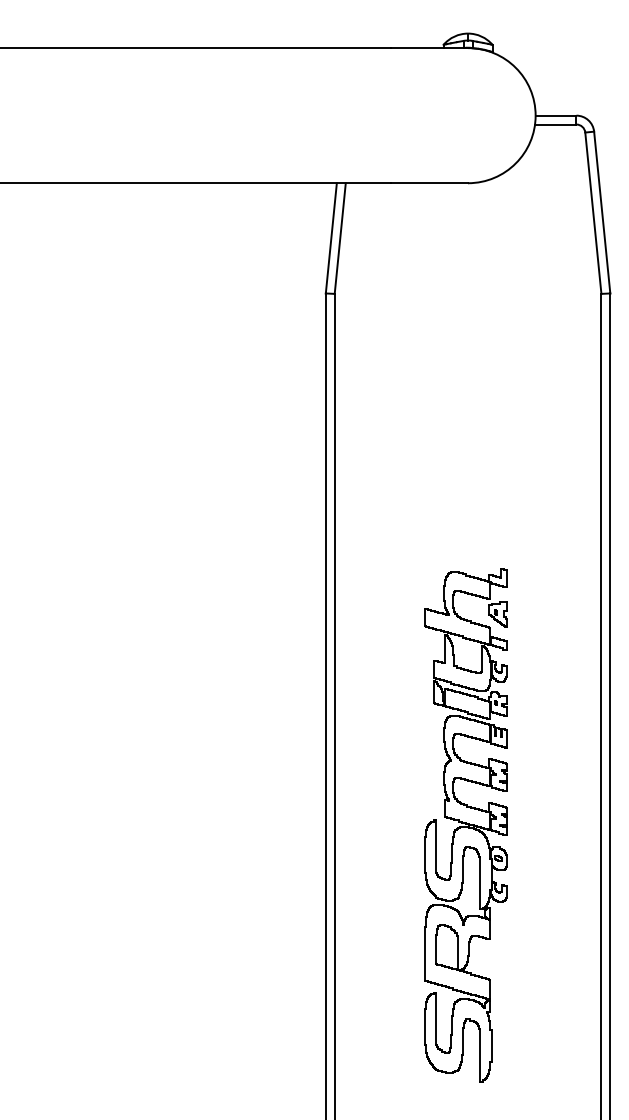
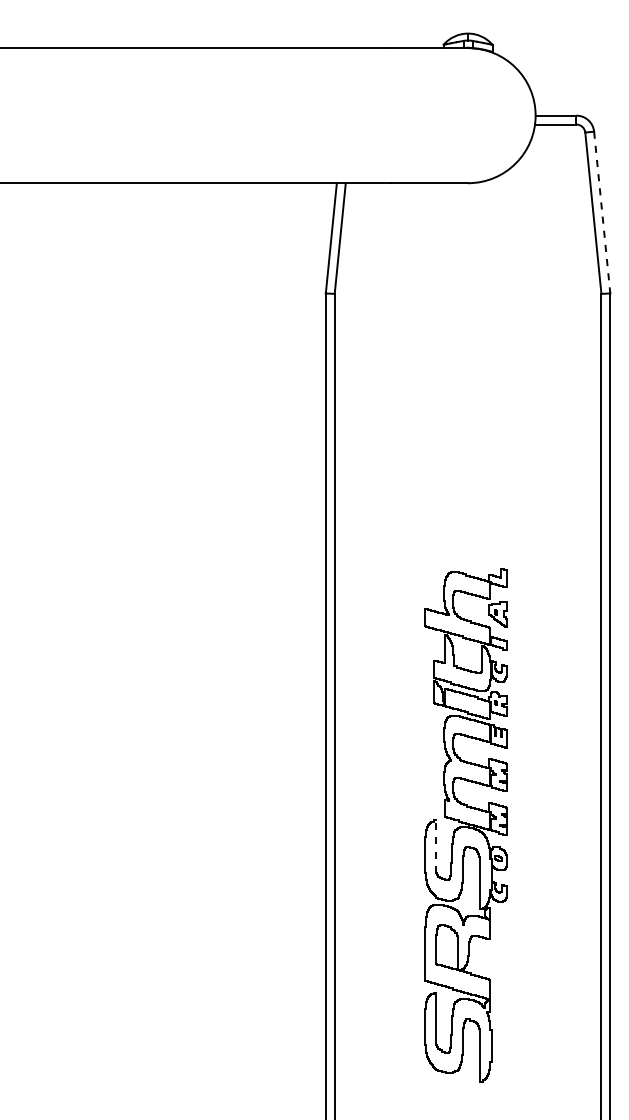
line at (602, 213): solid -> dashed
line at (436, 846): solid -> dashed
